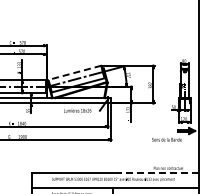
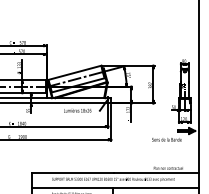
line at (74, 72): dashed -> solid
line at (156, 173): dashed -> solid
